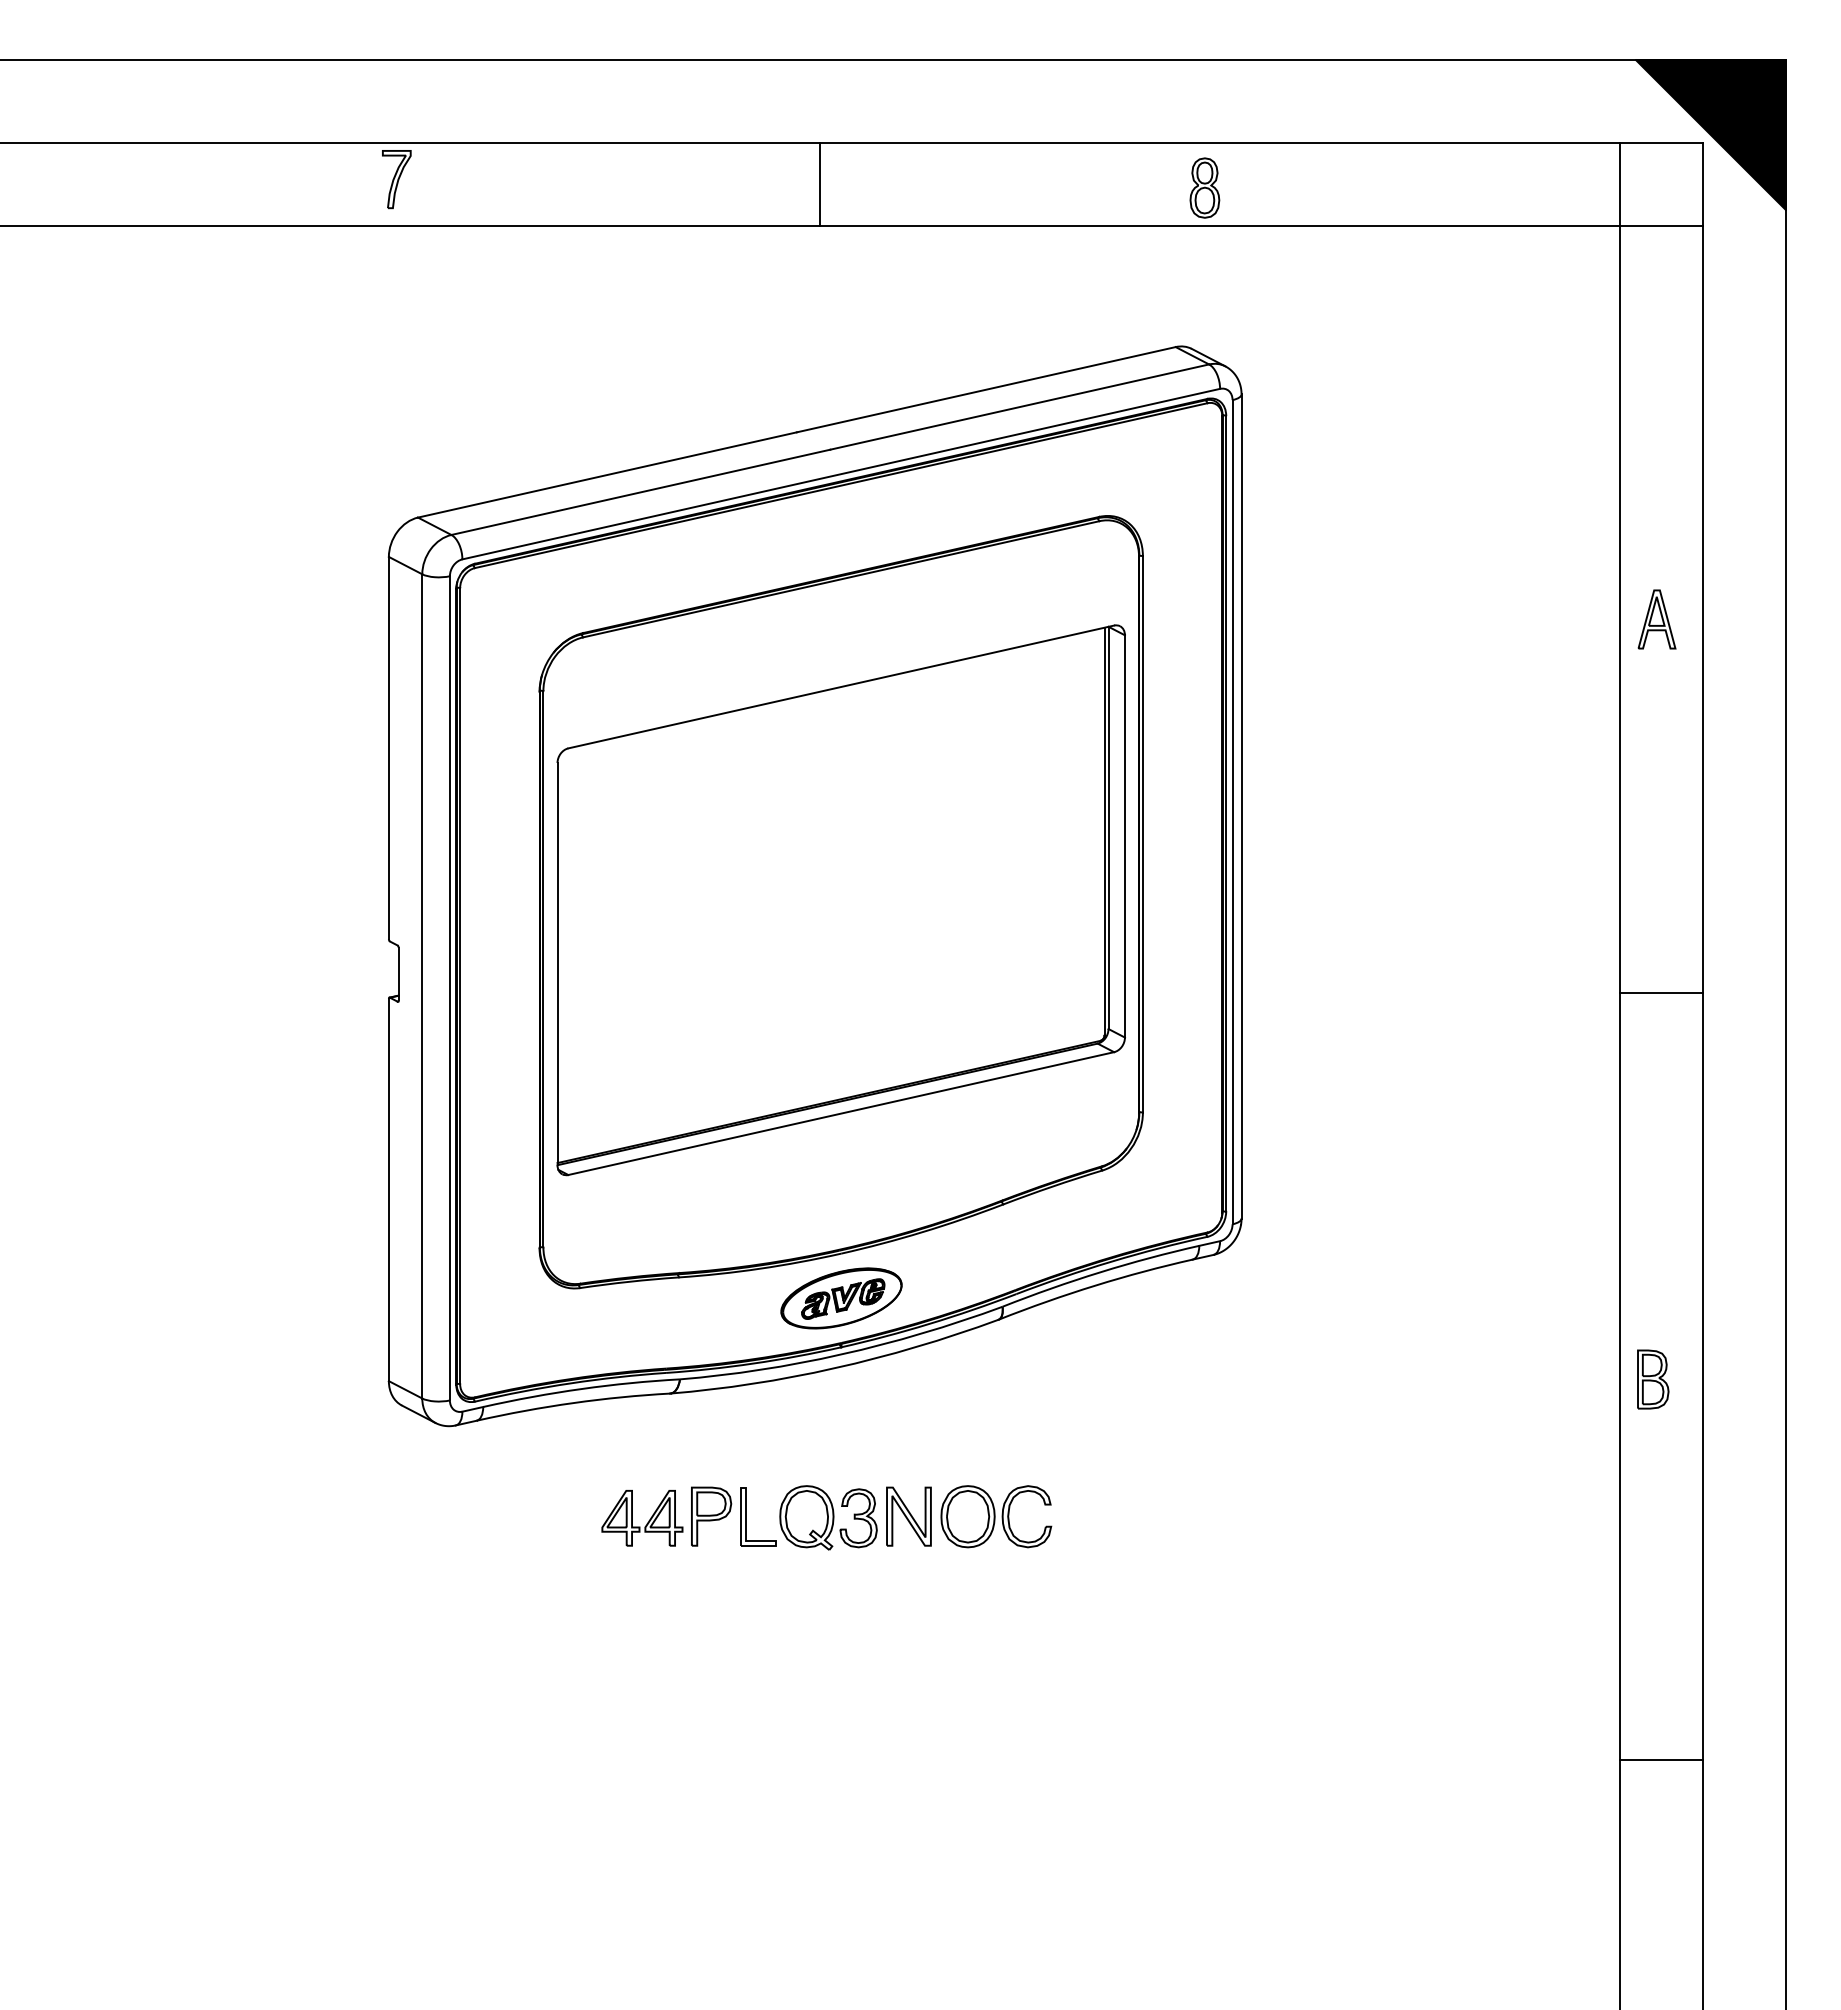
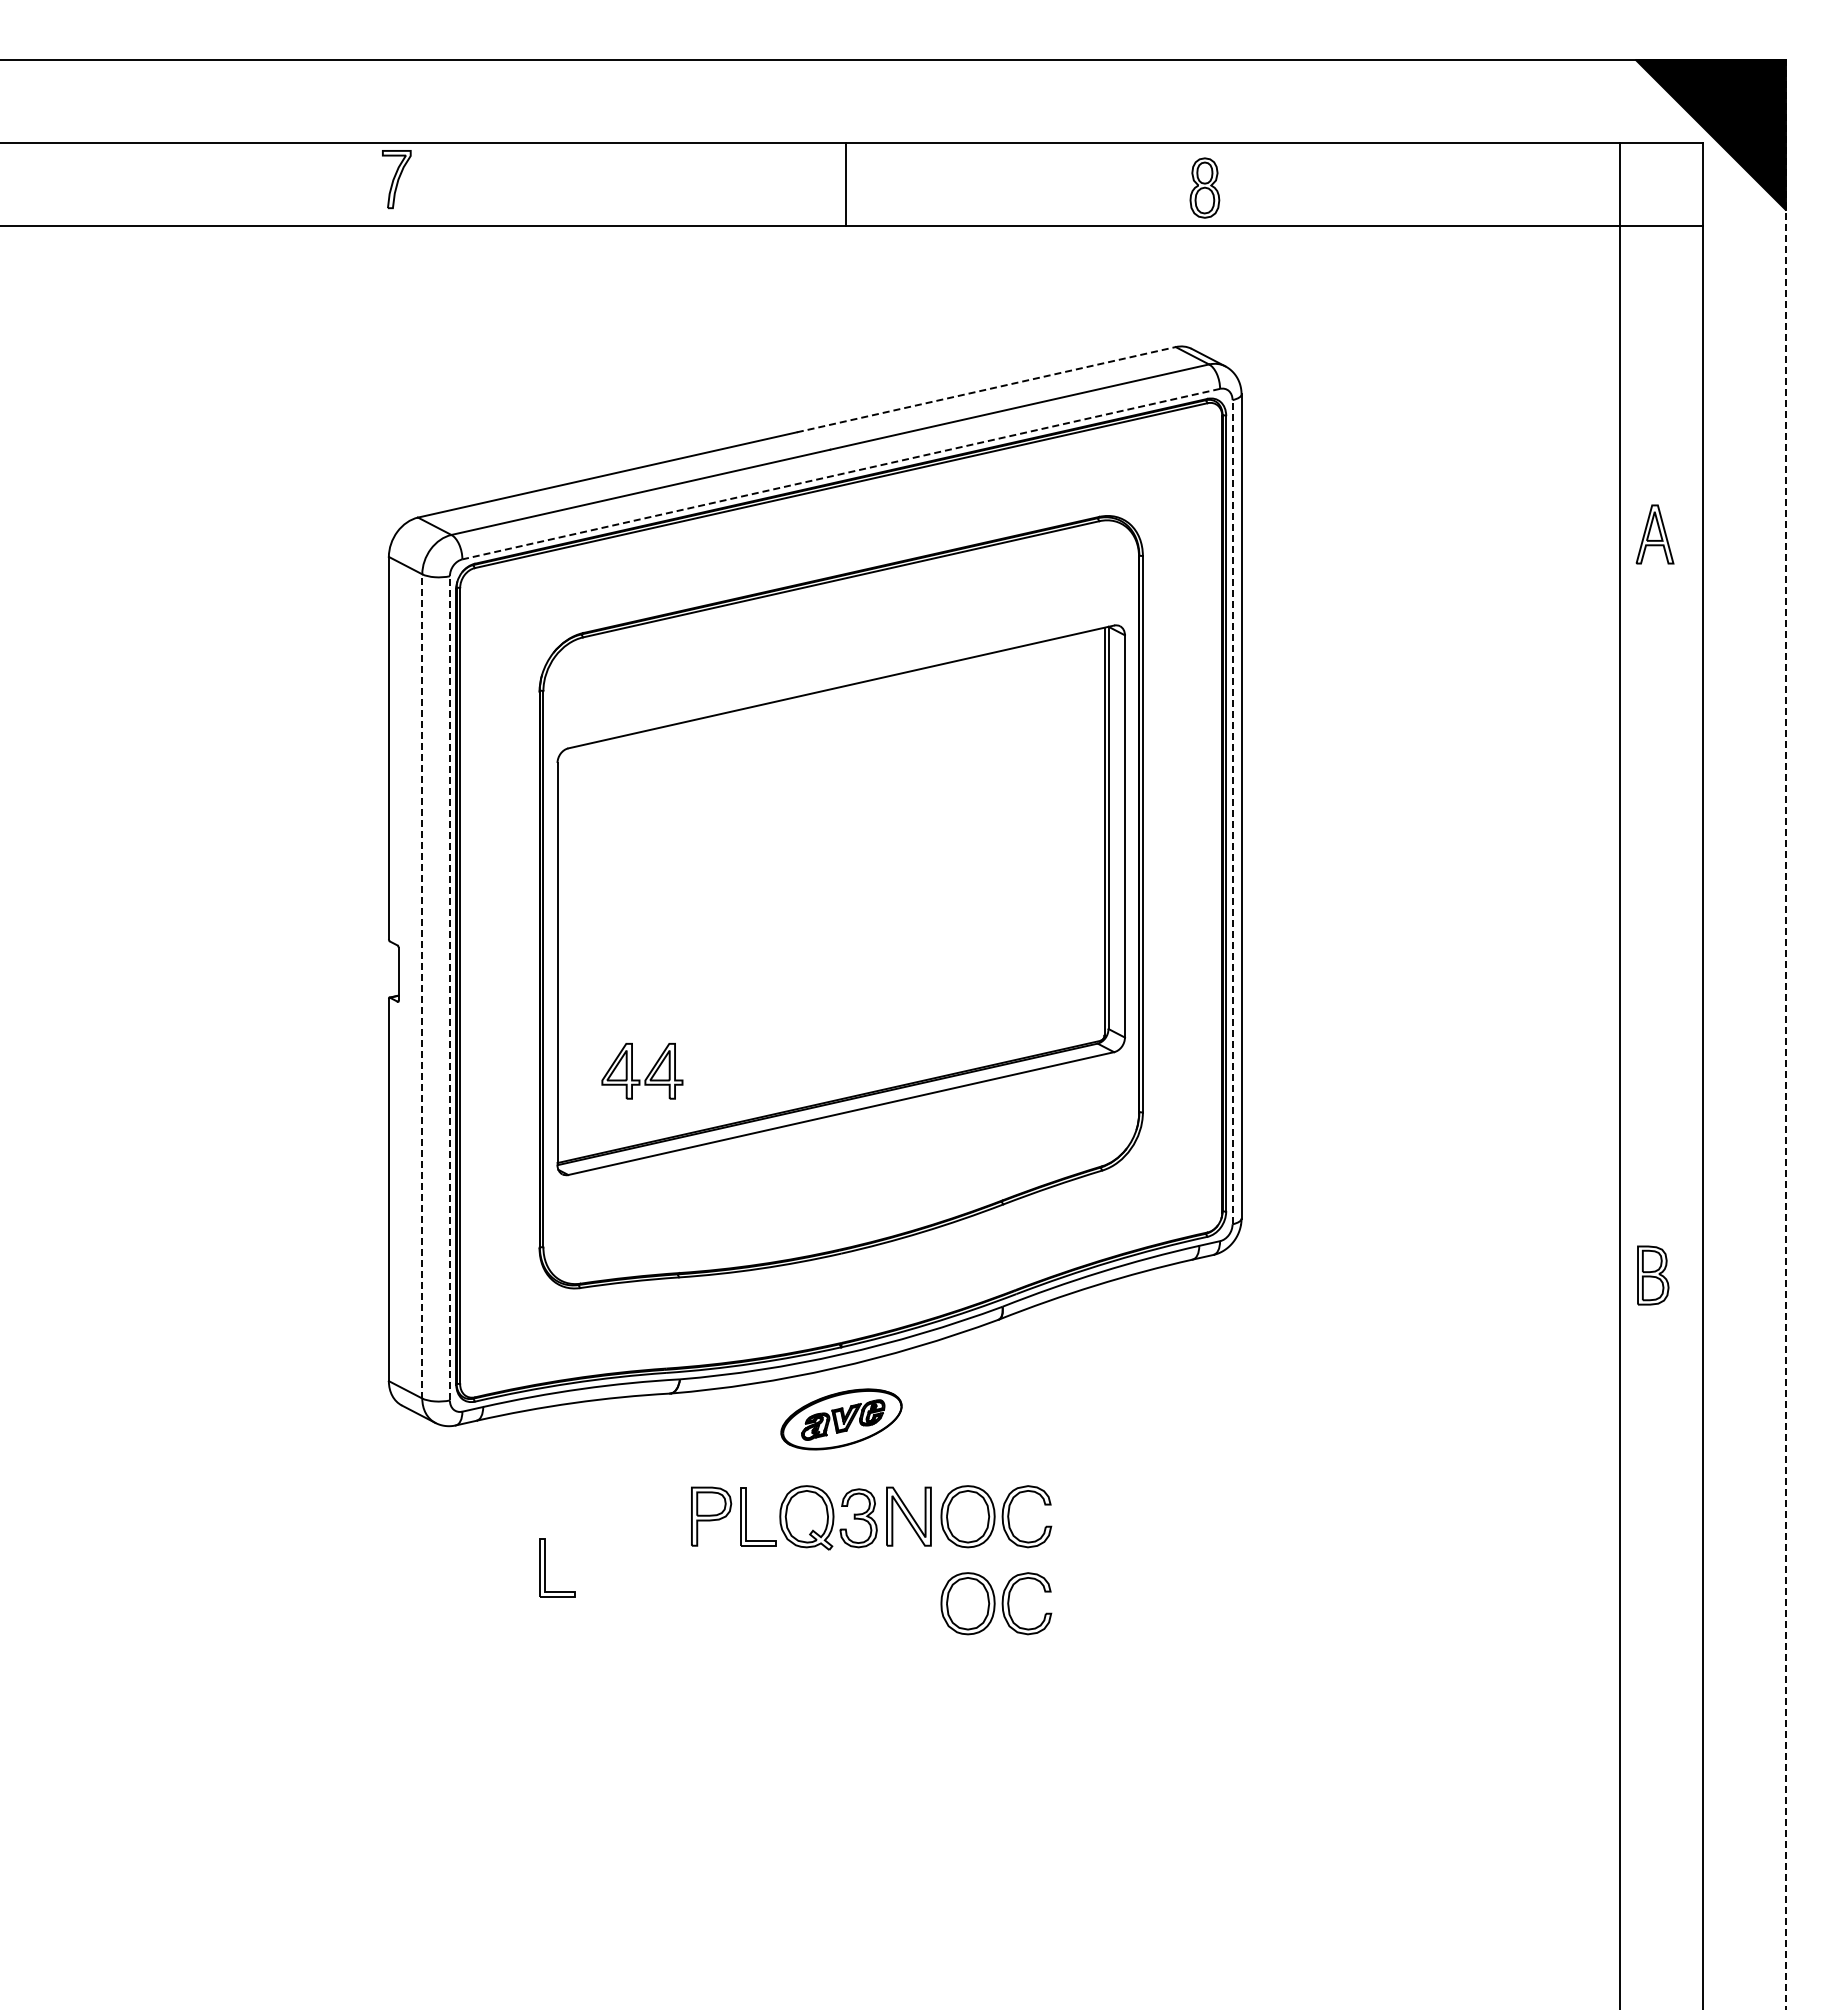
line at (820, 184) position: (820, 184) -> (846, 184)
line at (986, 389): solid -> dashed
line at (840, 474): solid -> dashed
part at (1656, 619) position: (1656, 619) -> (1654, 534)
line at (1232, 811): solid -> dashed
line at (422, 985): solid -> dashed
line at (449, 987): solid -> dashed
line at (1660, 993): present -> none
line at (1785, 1034): solid -> dashed
part at (841, 1298) position: (841, 1298) -> (841, 1419)
part at (1653, 1379) position: (1653, 1379) -> (1653, 1275)
part at (648, 1520) position: (648, 1520) -> (648, 1073)
part at (545, 1567): none -> present
part at (996, 1603): none -> present
line at (1660, 1760): present -> none
